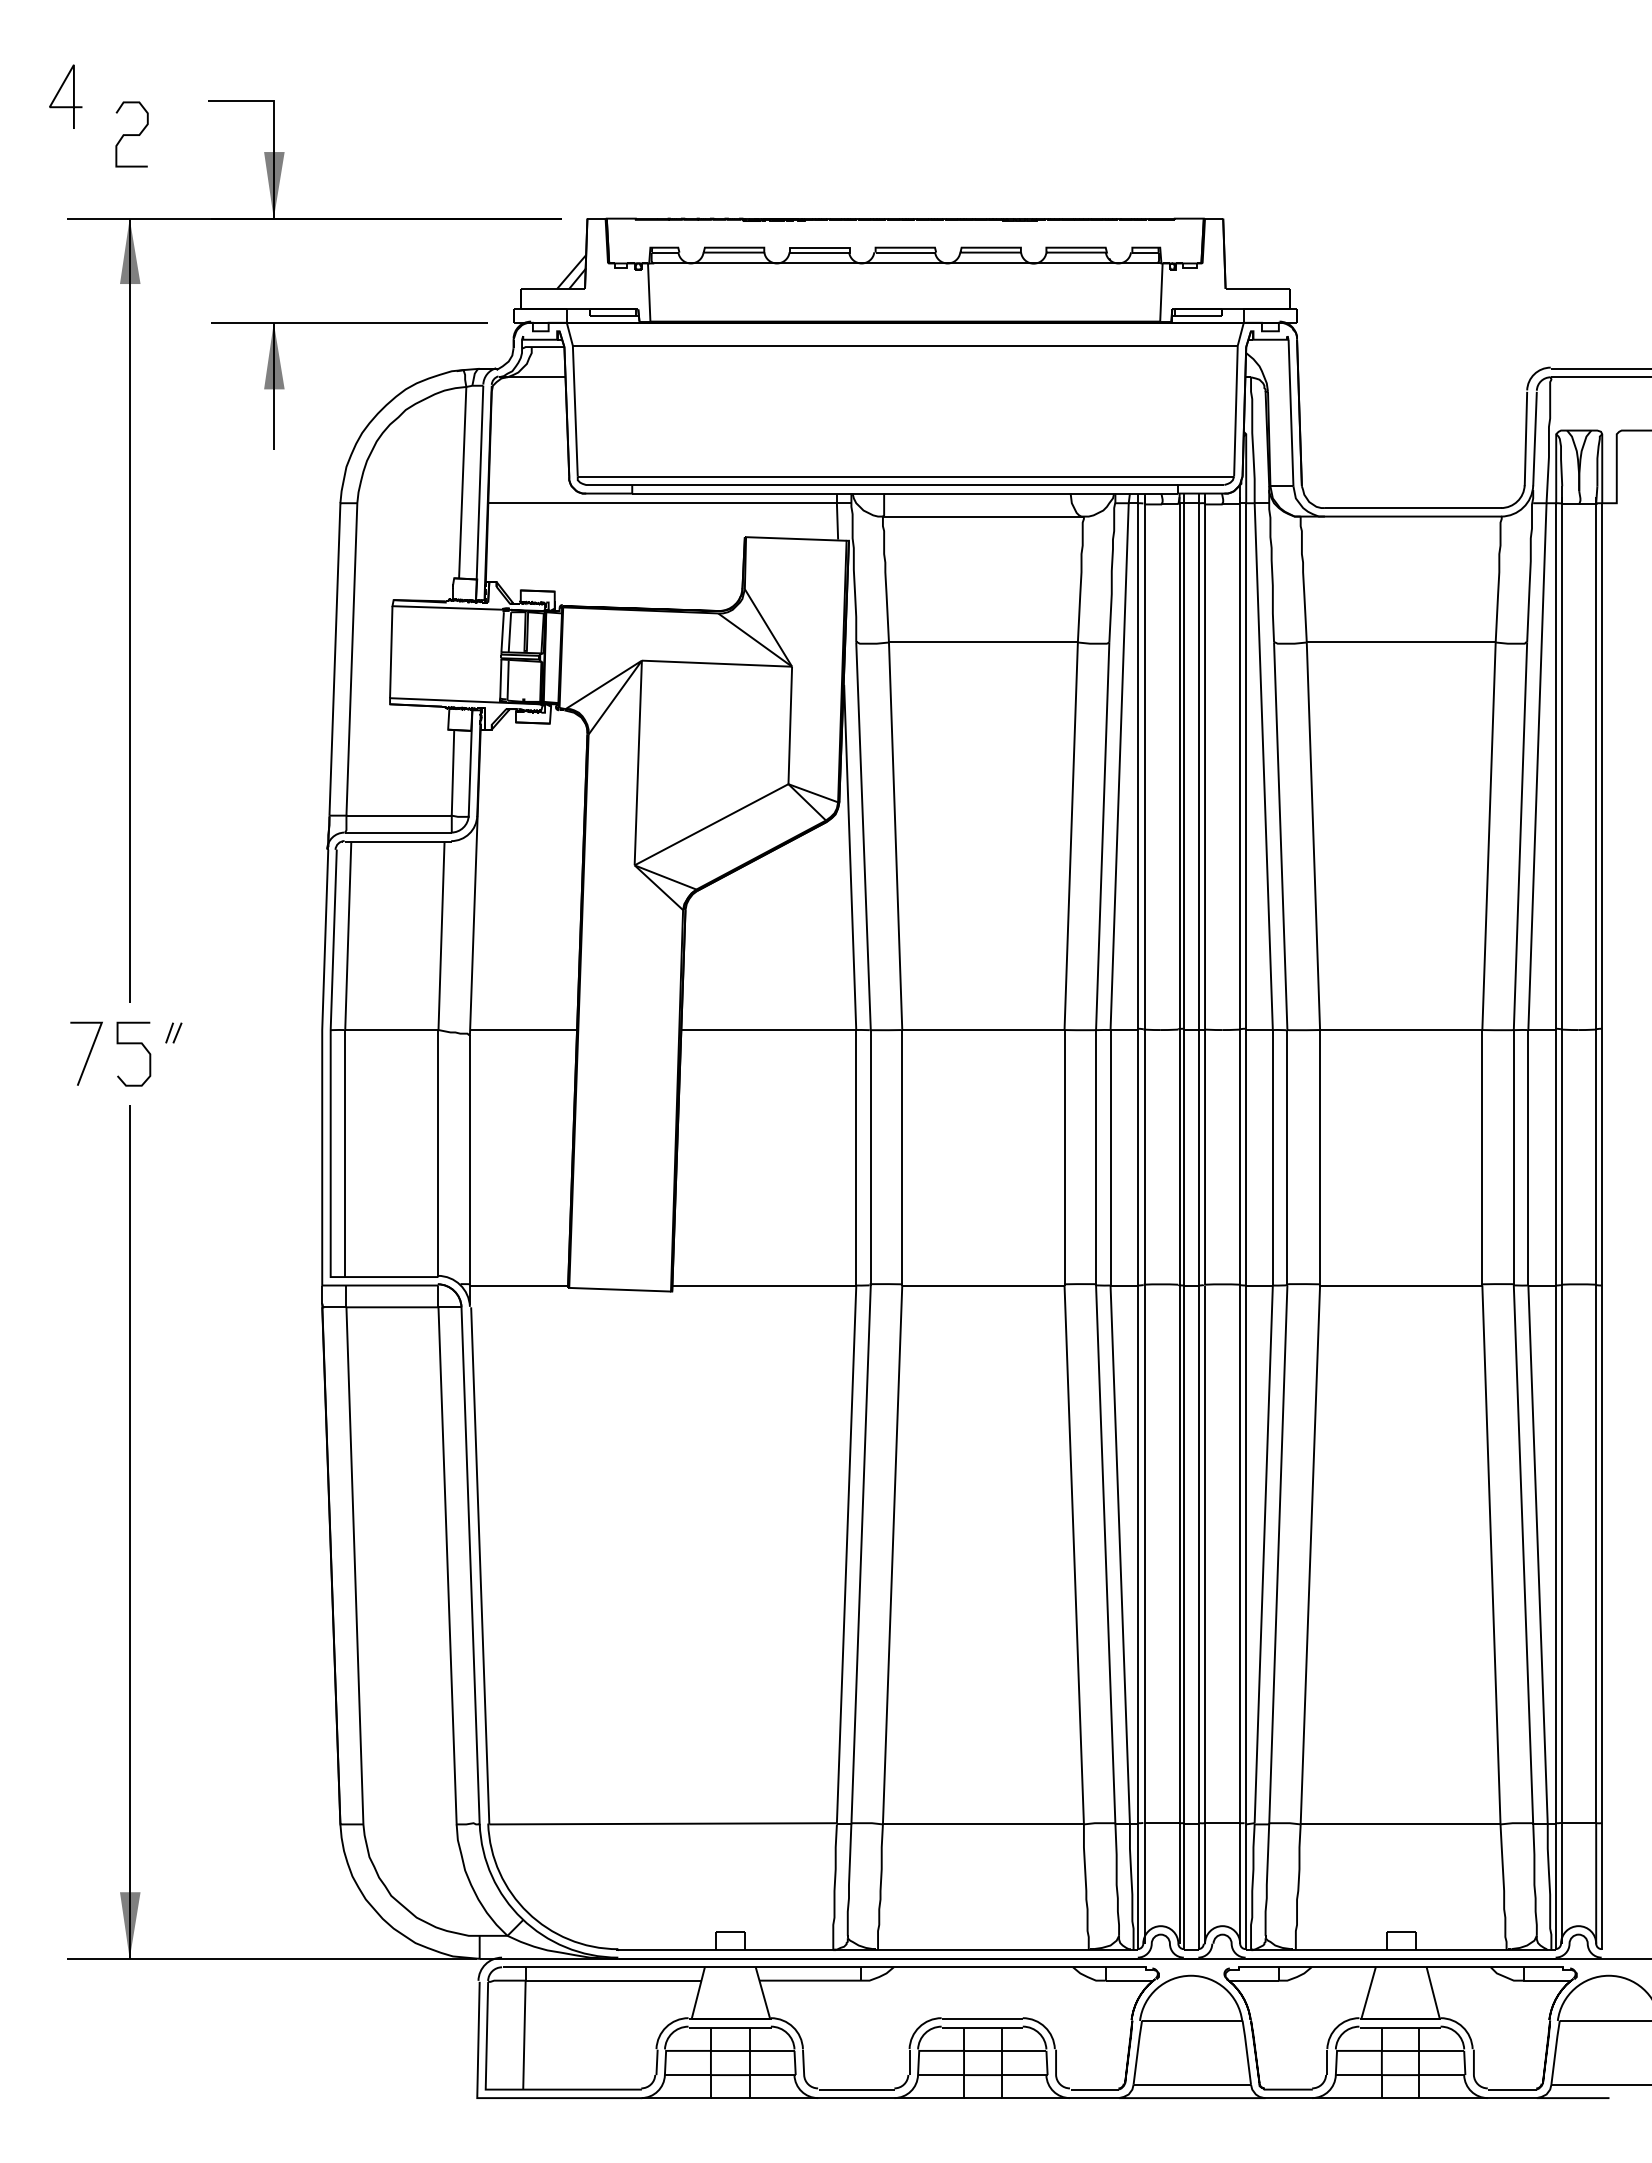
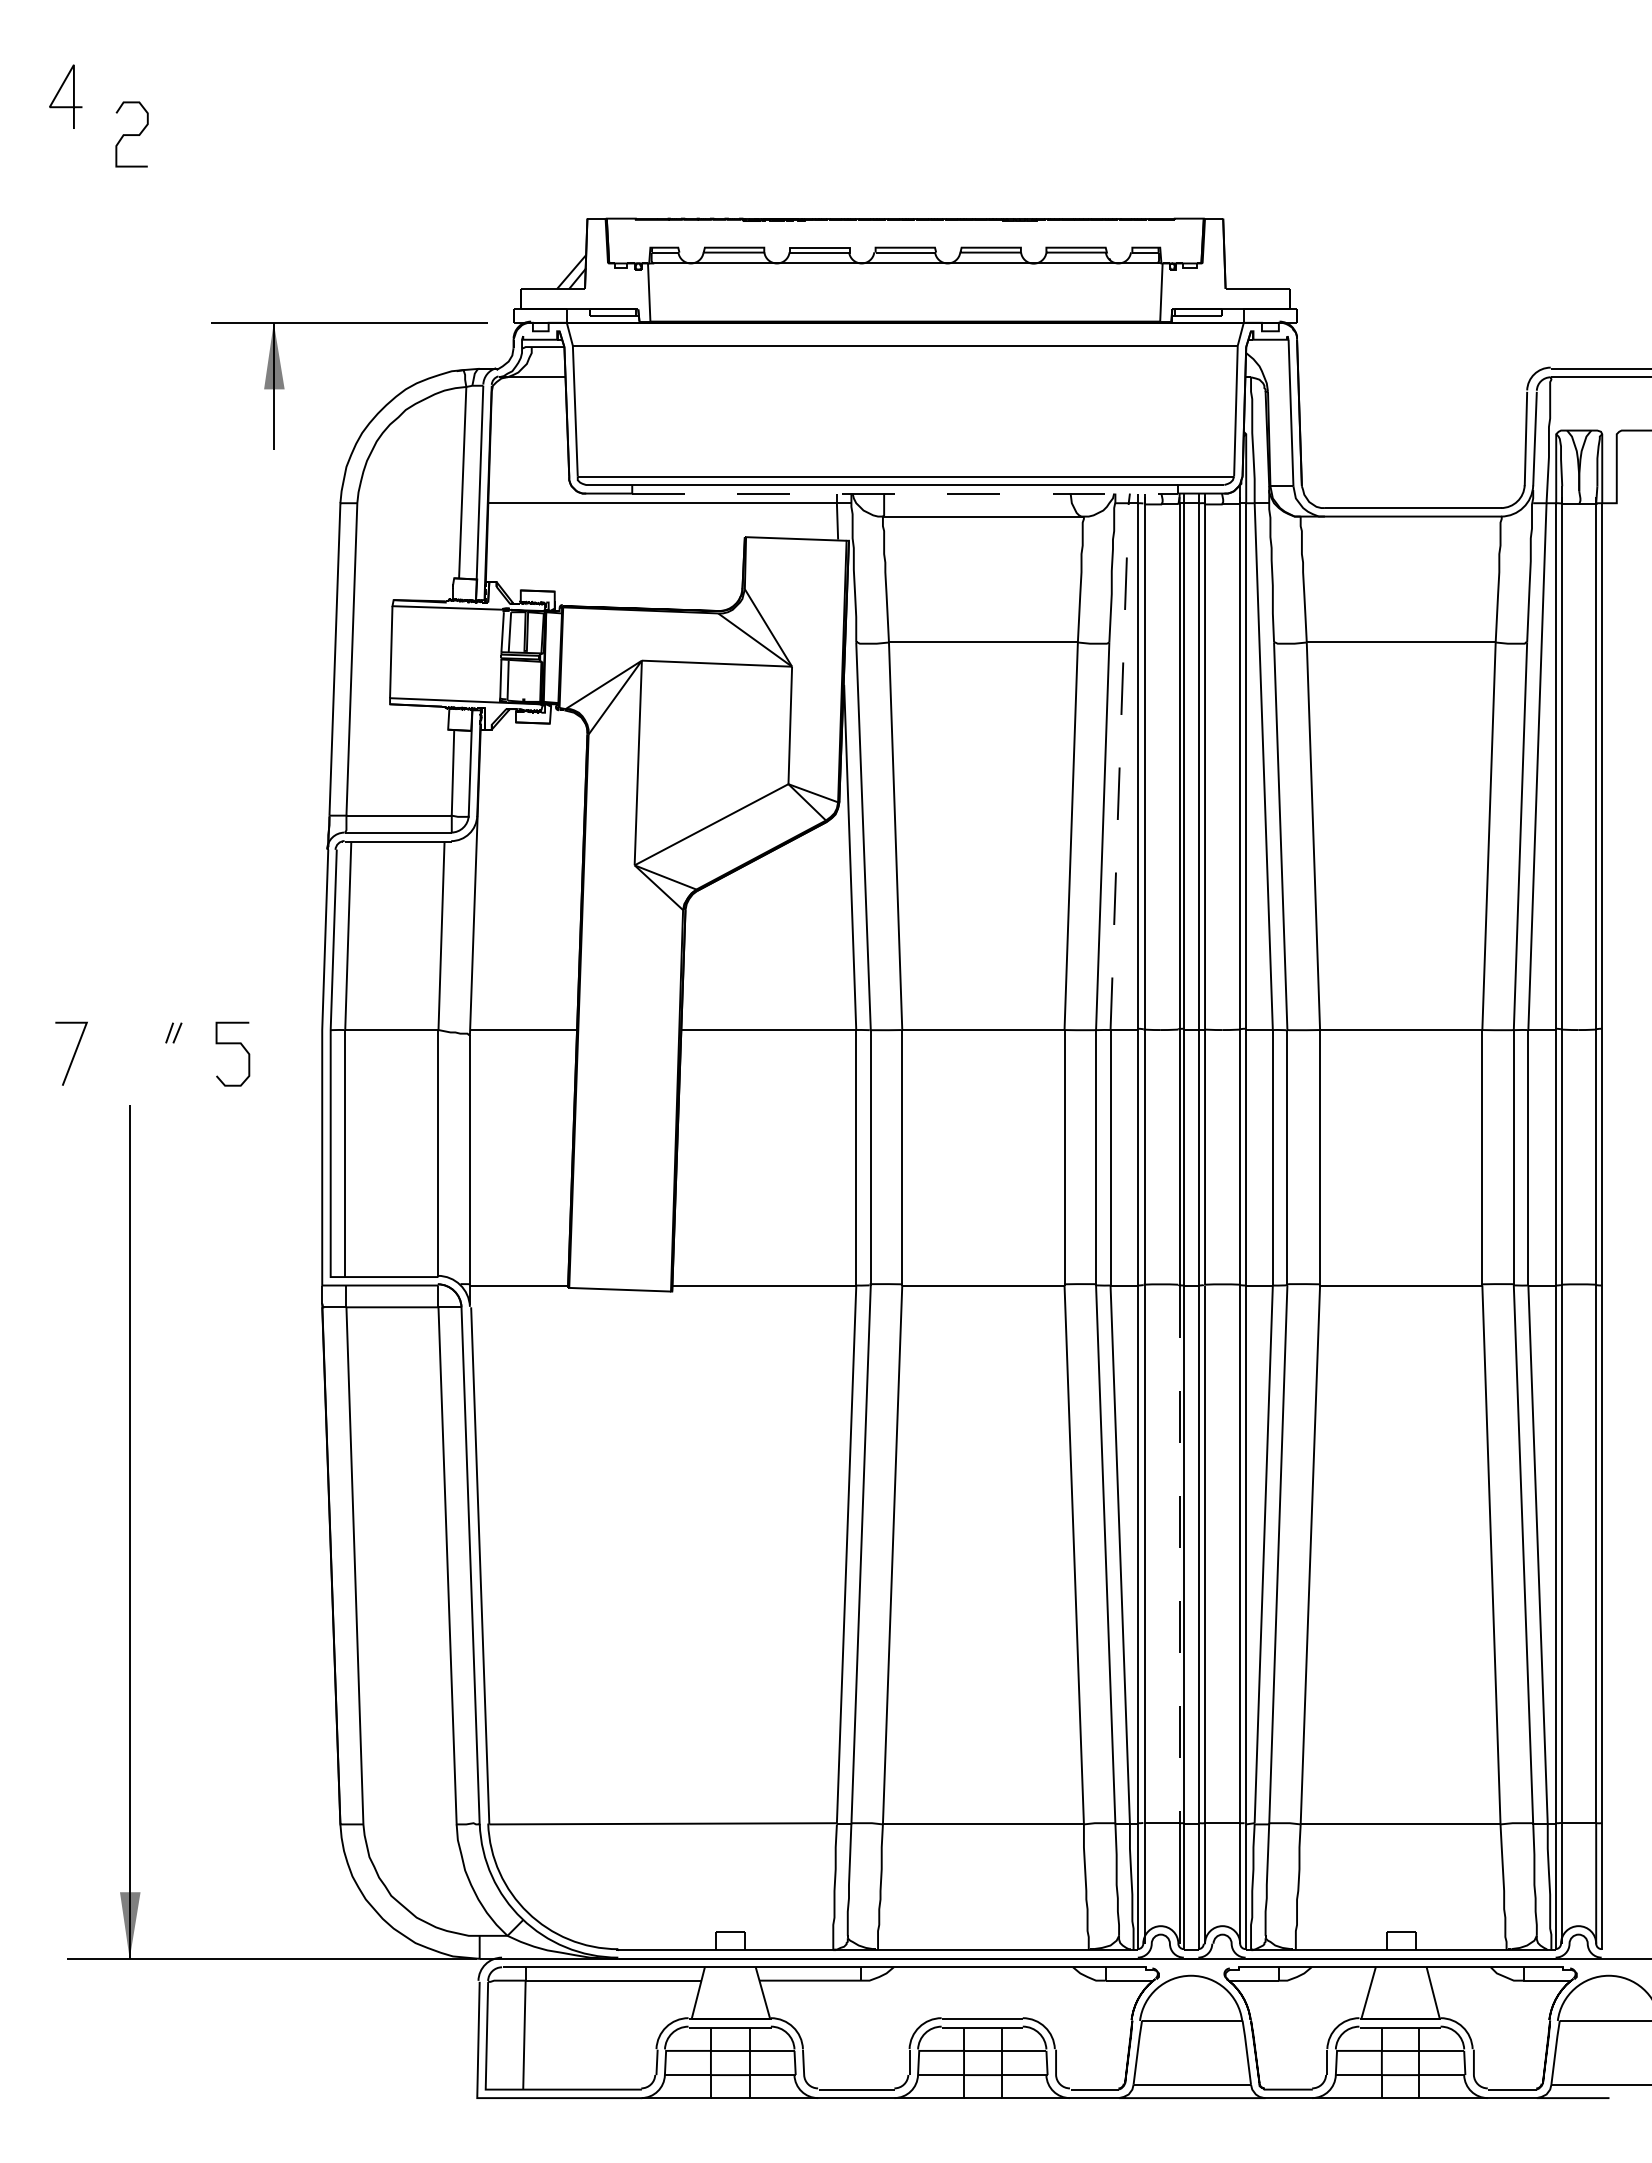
line at (905, 493): solid -> dashed
part at (130, 551): present -> none
line at (1119, 766): solid -> dashed
curve at (133, 1044) position: (133, 1044) -> (232, 1044)
line at (88, 1054) position: (88, 1054) -> (73, 1054)
line at (1179, 1554): solid -> dashed
